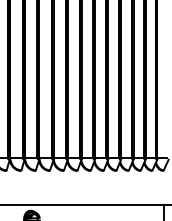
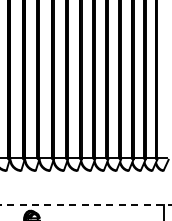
line at (85, 204): solid -> dashed
